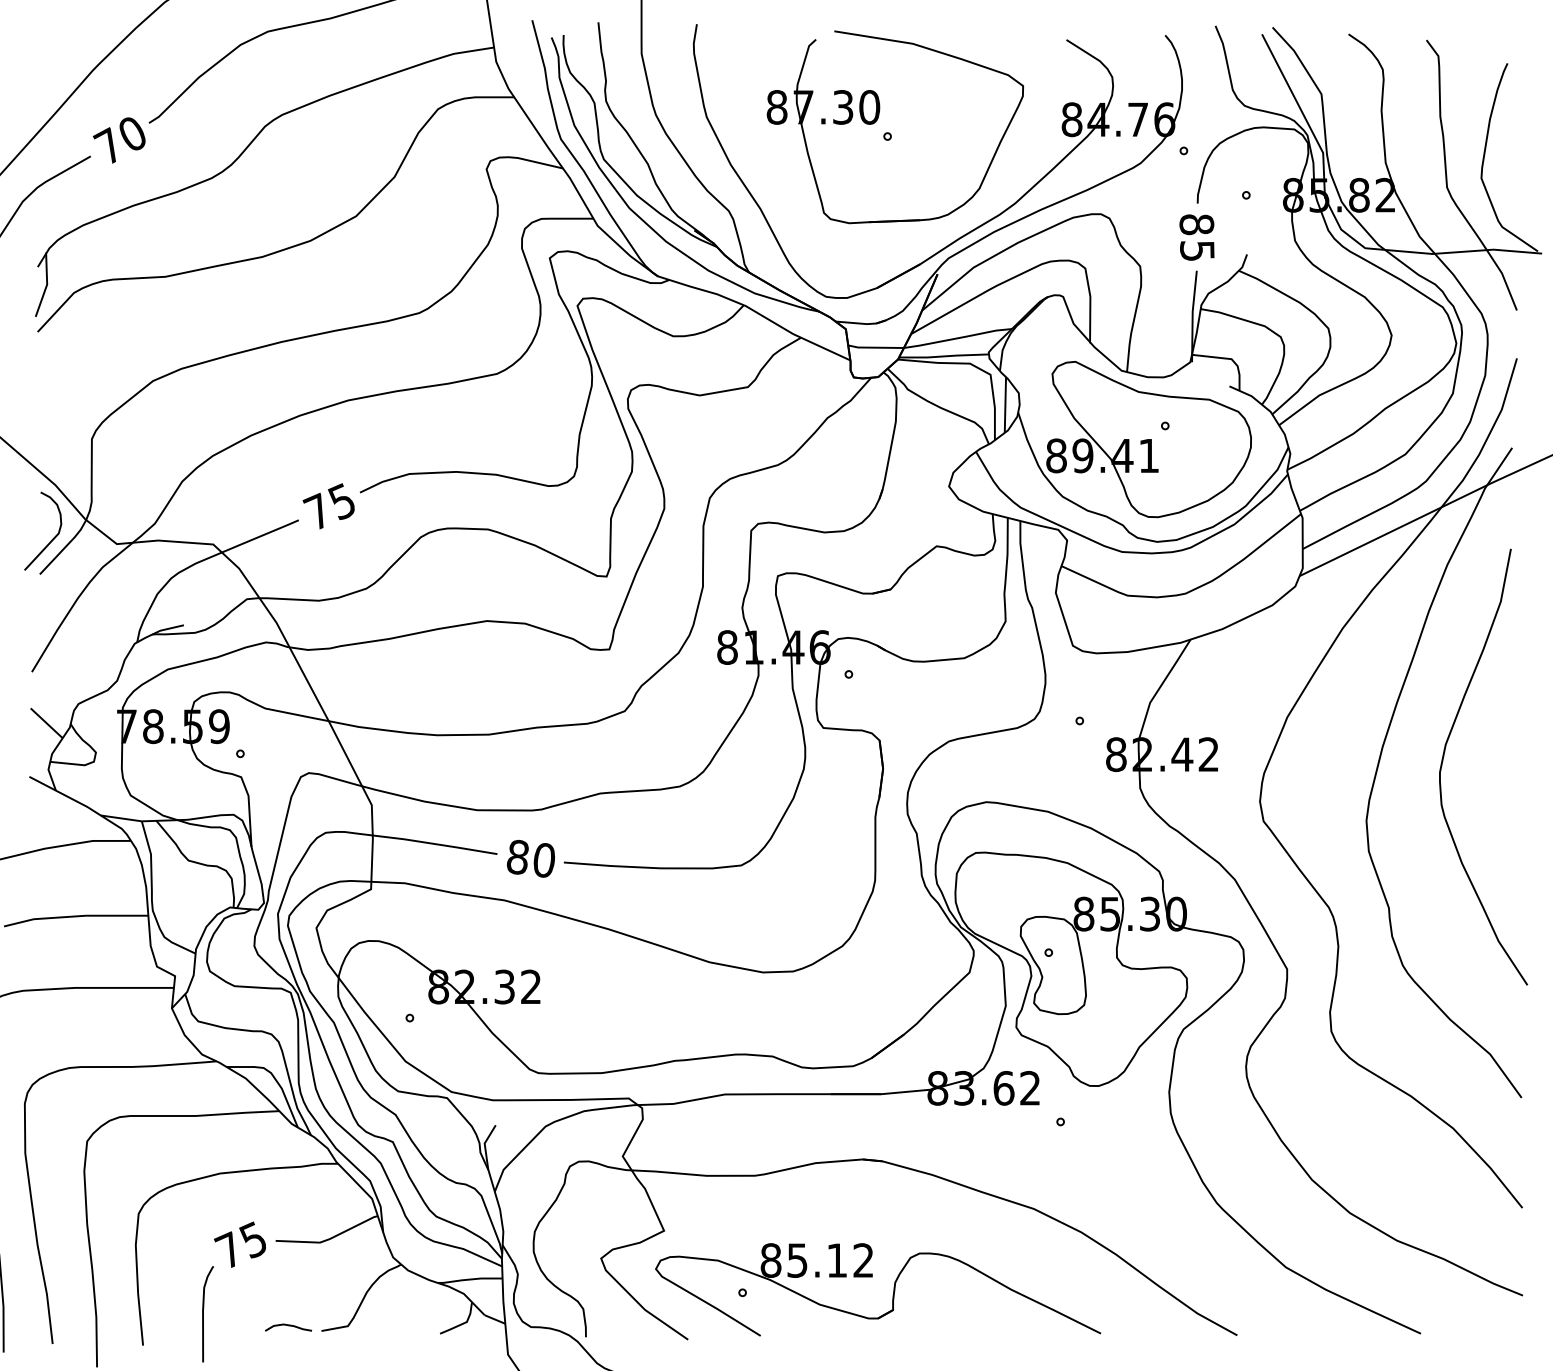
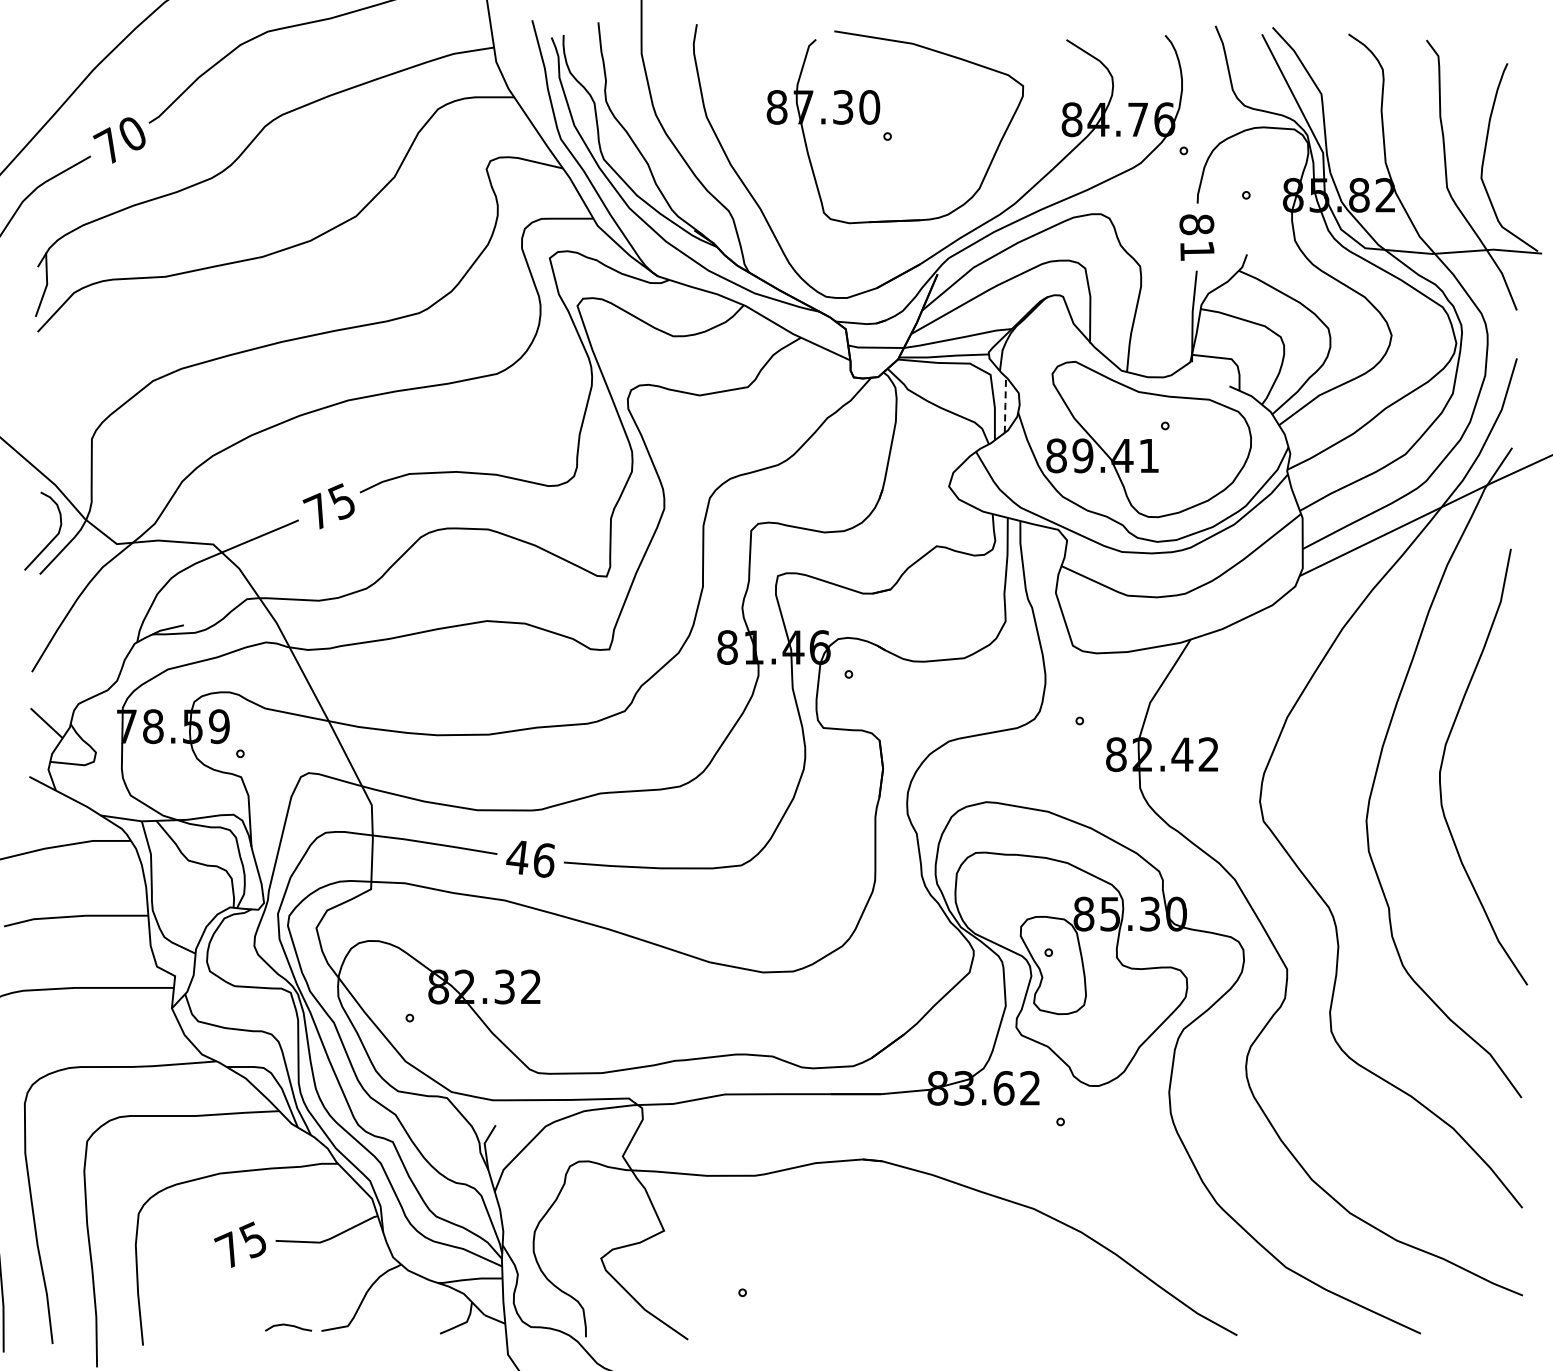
text at (1197, 250): 85 -> 81
line at (1005, 404): solid -> dashed
text at (530, 858): 80 -> 46
part at (872, 1277): present -> none
curve at (203, 1314): present -> none
